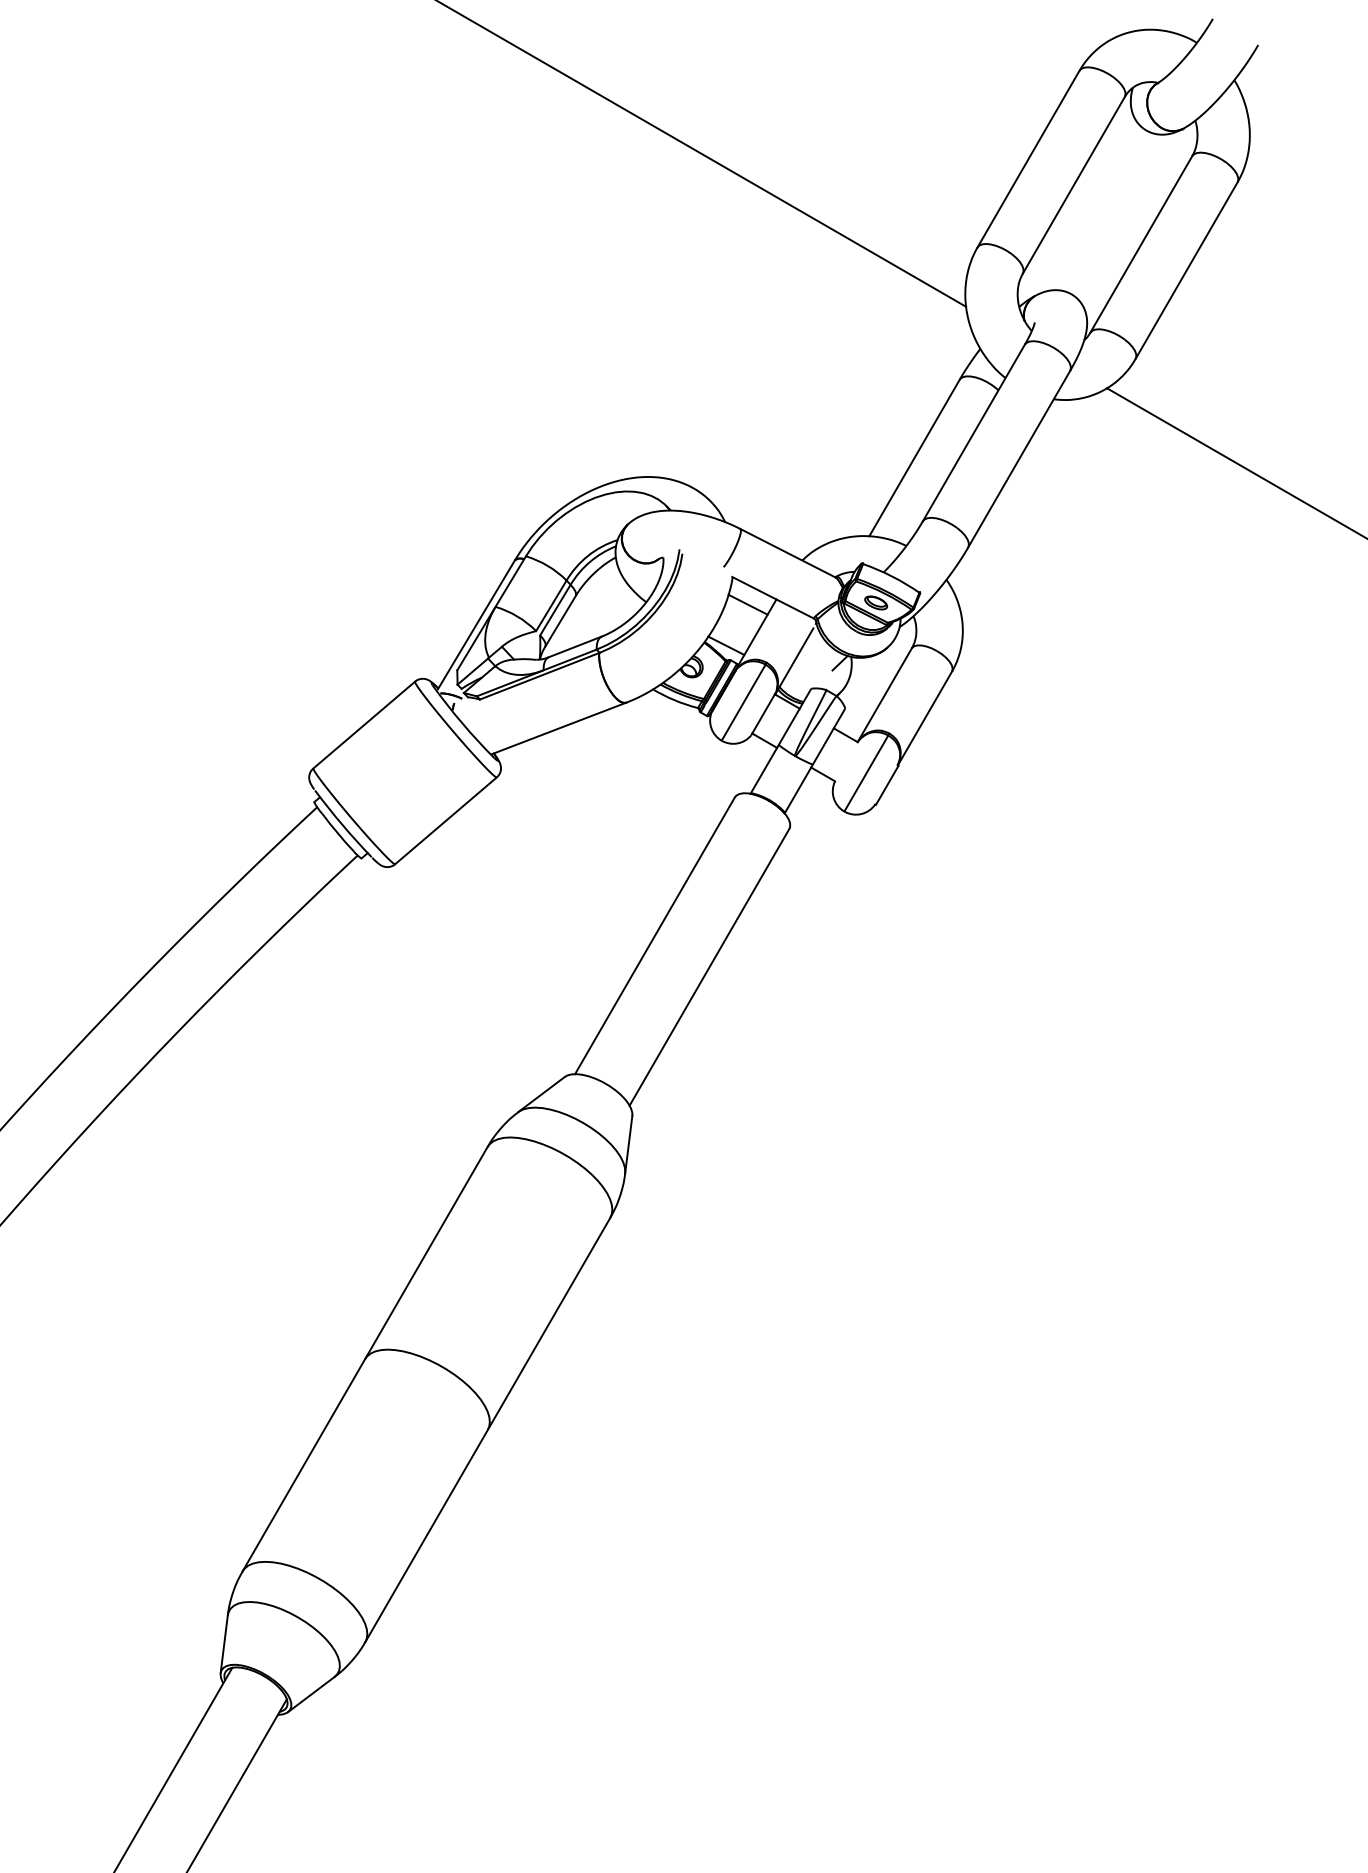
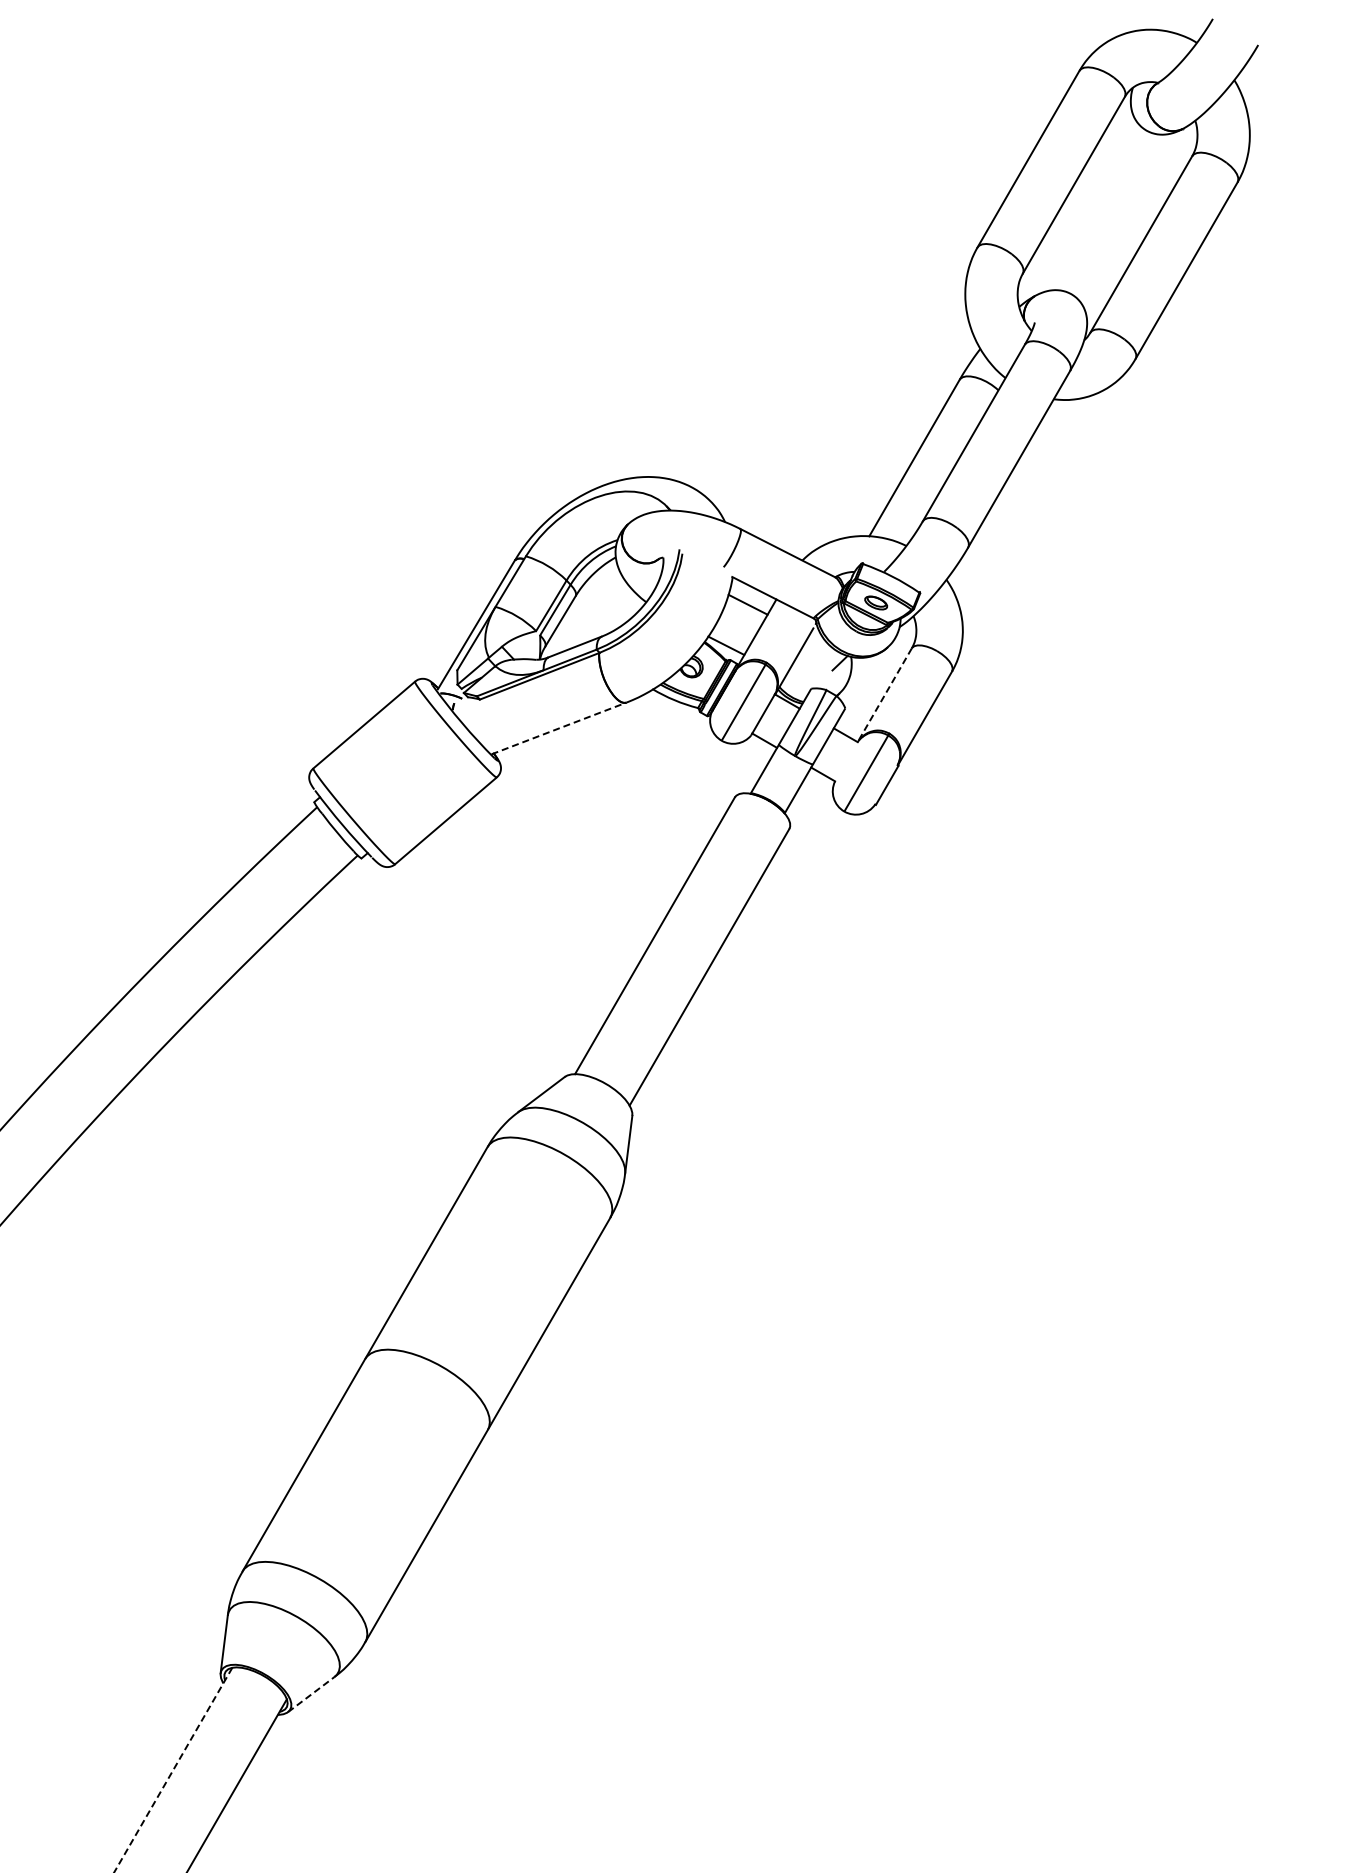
line at (702, 154): present -> none
line at (1235, 462): present -> none
line at (884, 695): solid -> dashed
line at (559, 728): solid -> dashed
line at (311, 1694): solid -> dashed
line at (172, 1770): solid -> dashed
